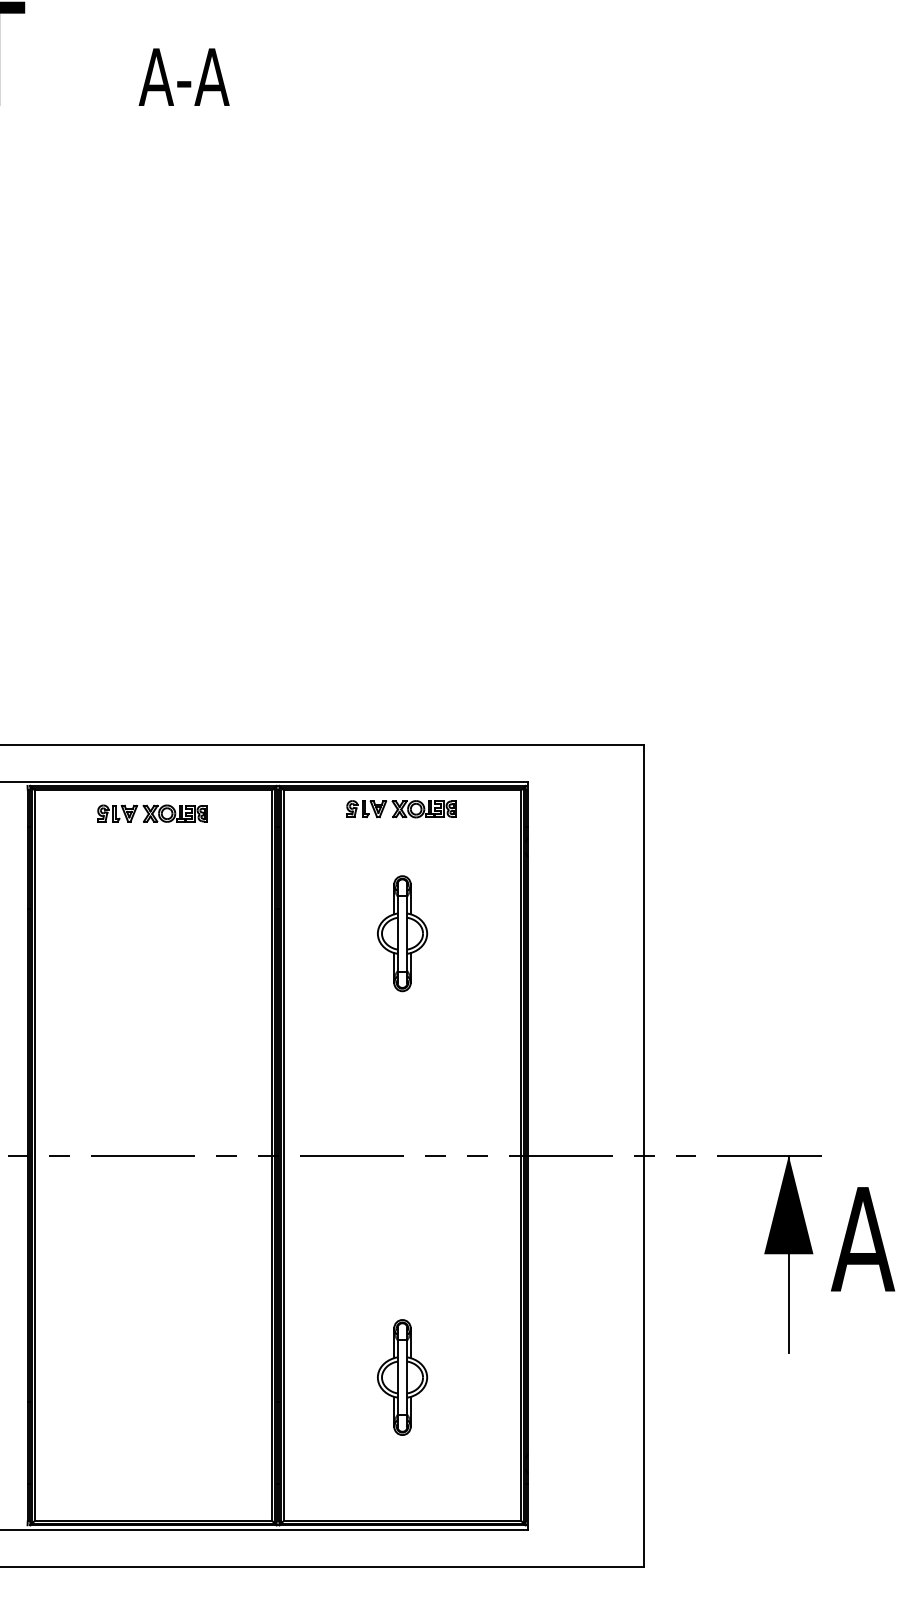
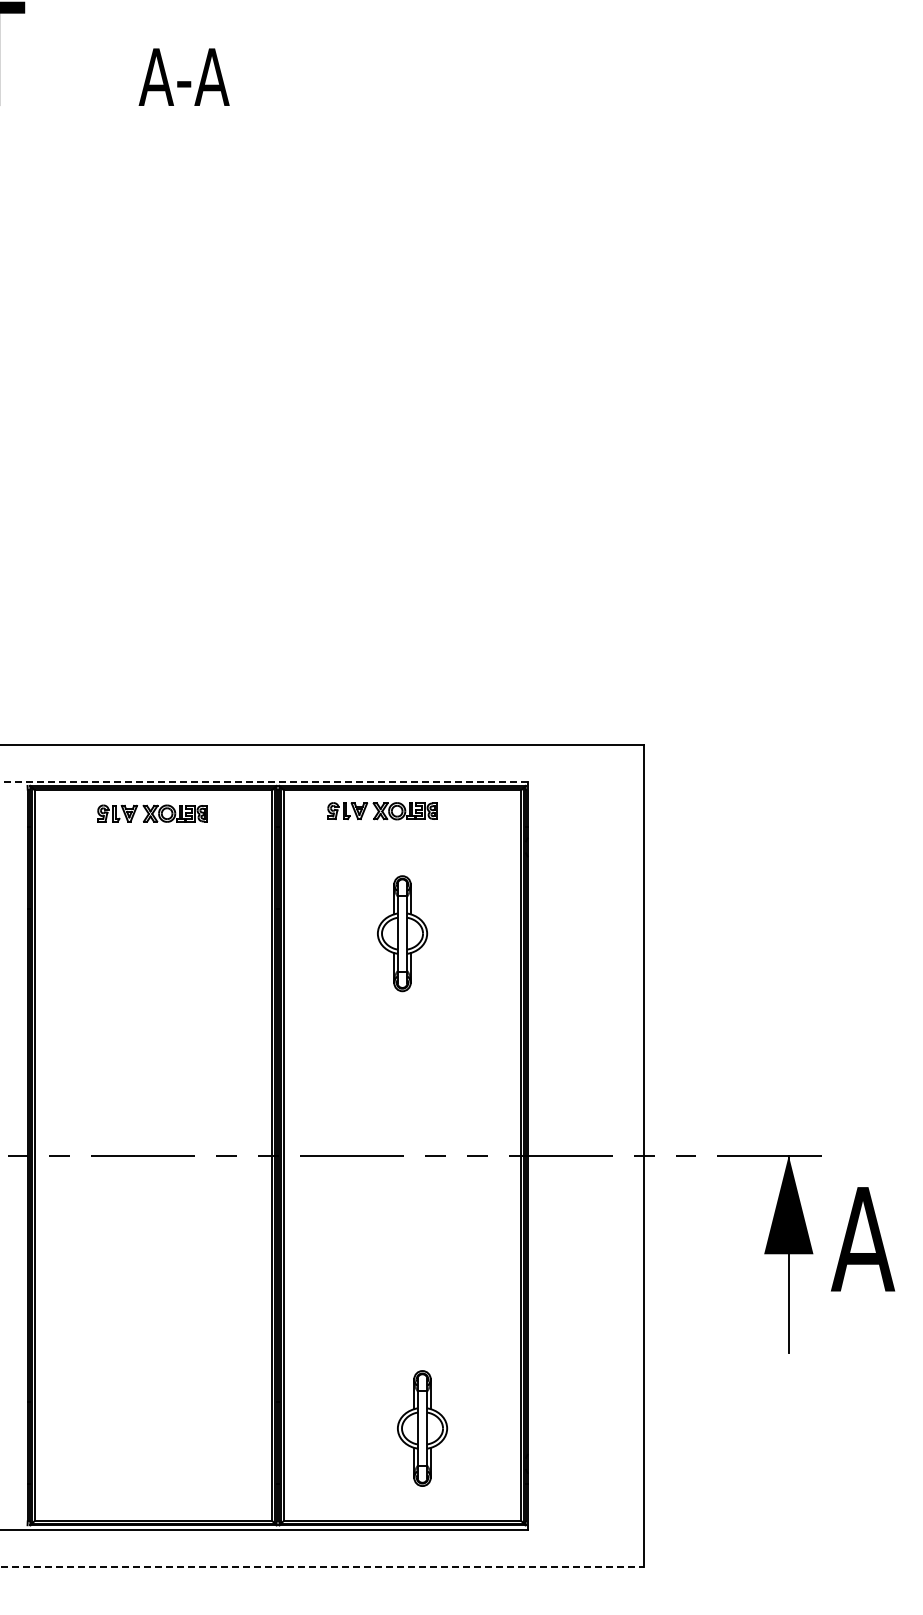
line at (264, 781): solid -> dashed
part at (401, 809) position: (401, 809) -> (382, 811)
part at (402, 1377) position: (402, 1377) -> (422, 1428)
line at (322, 1566): solid -> dashed
